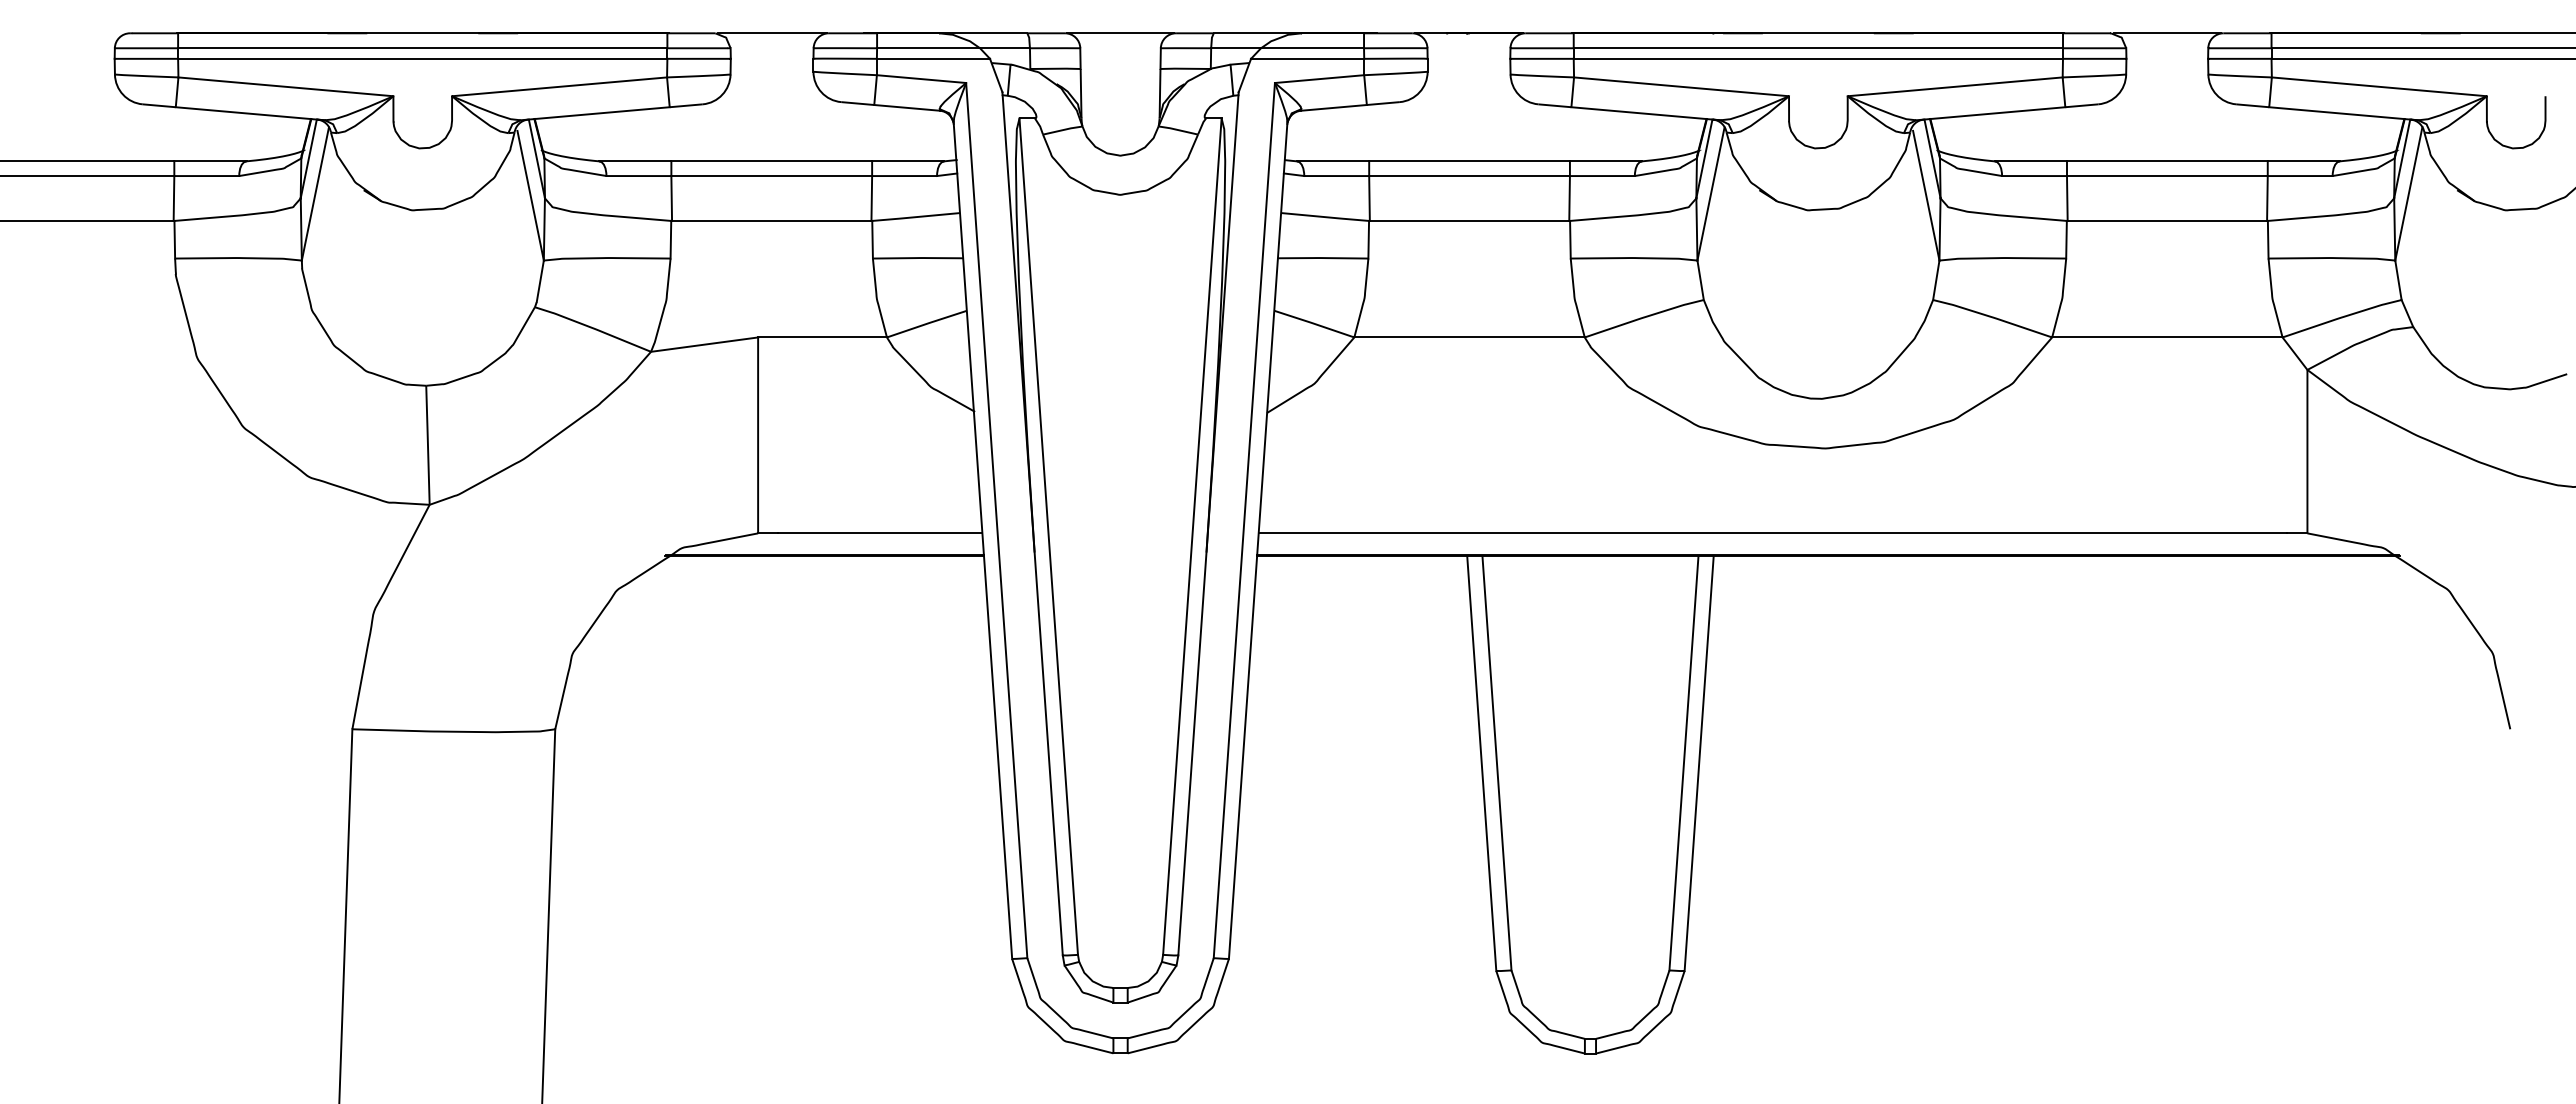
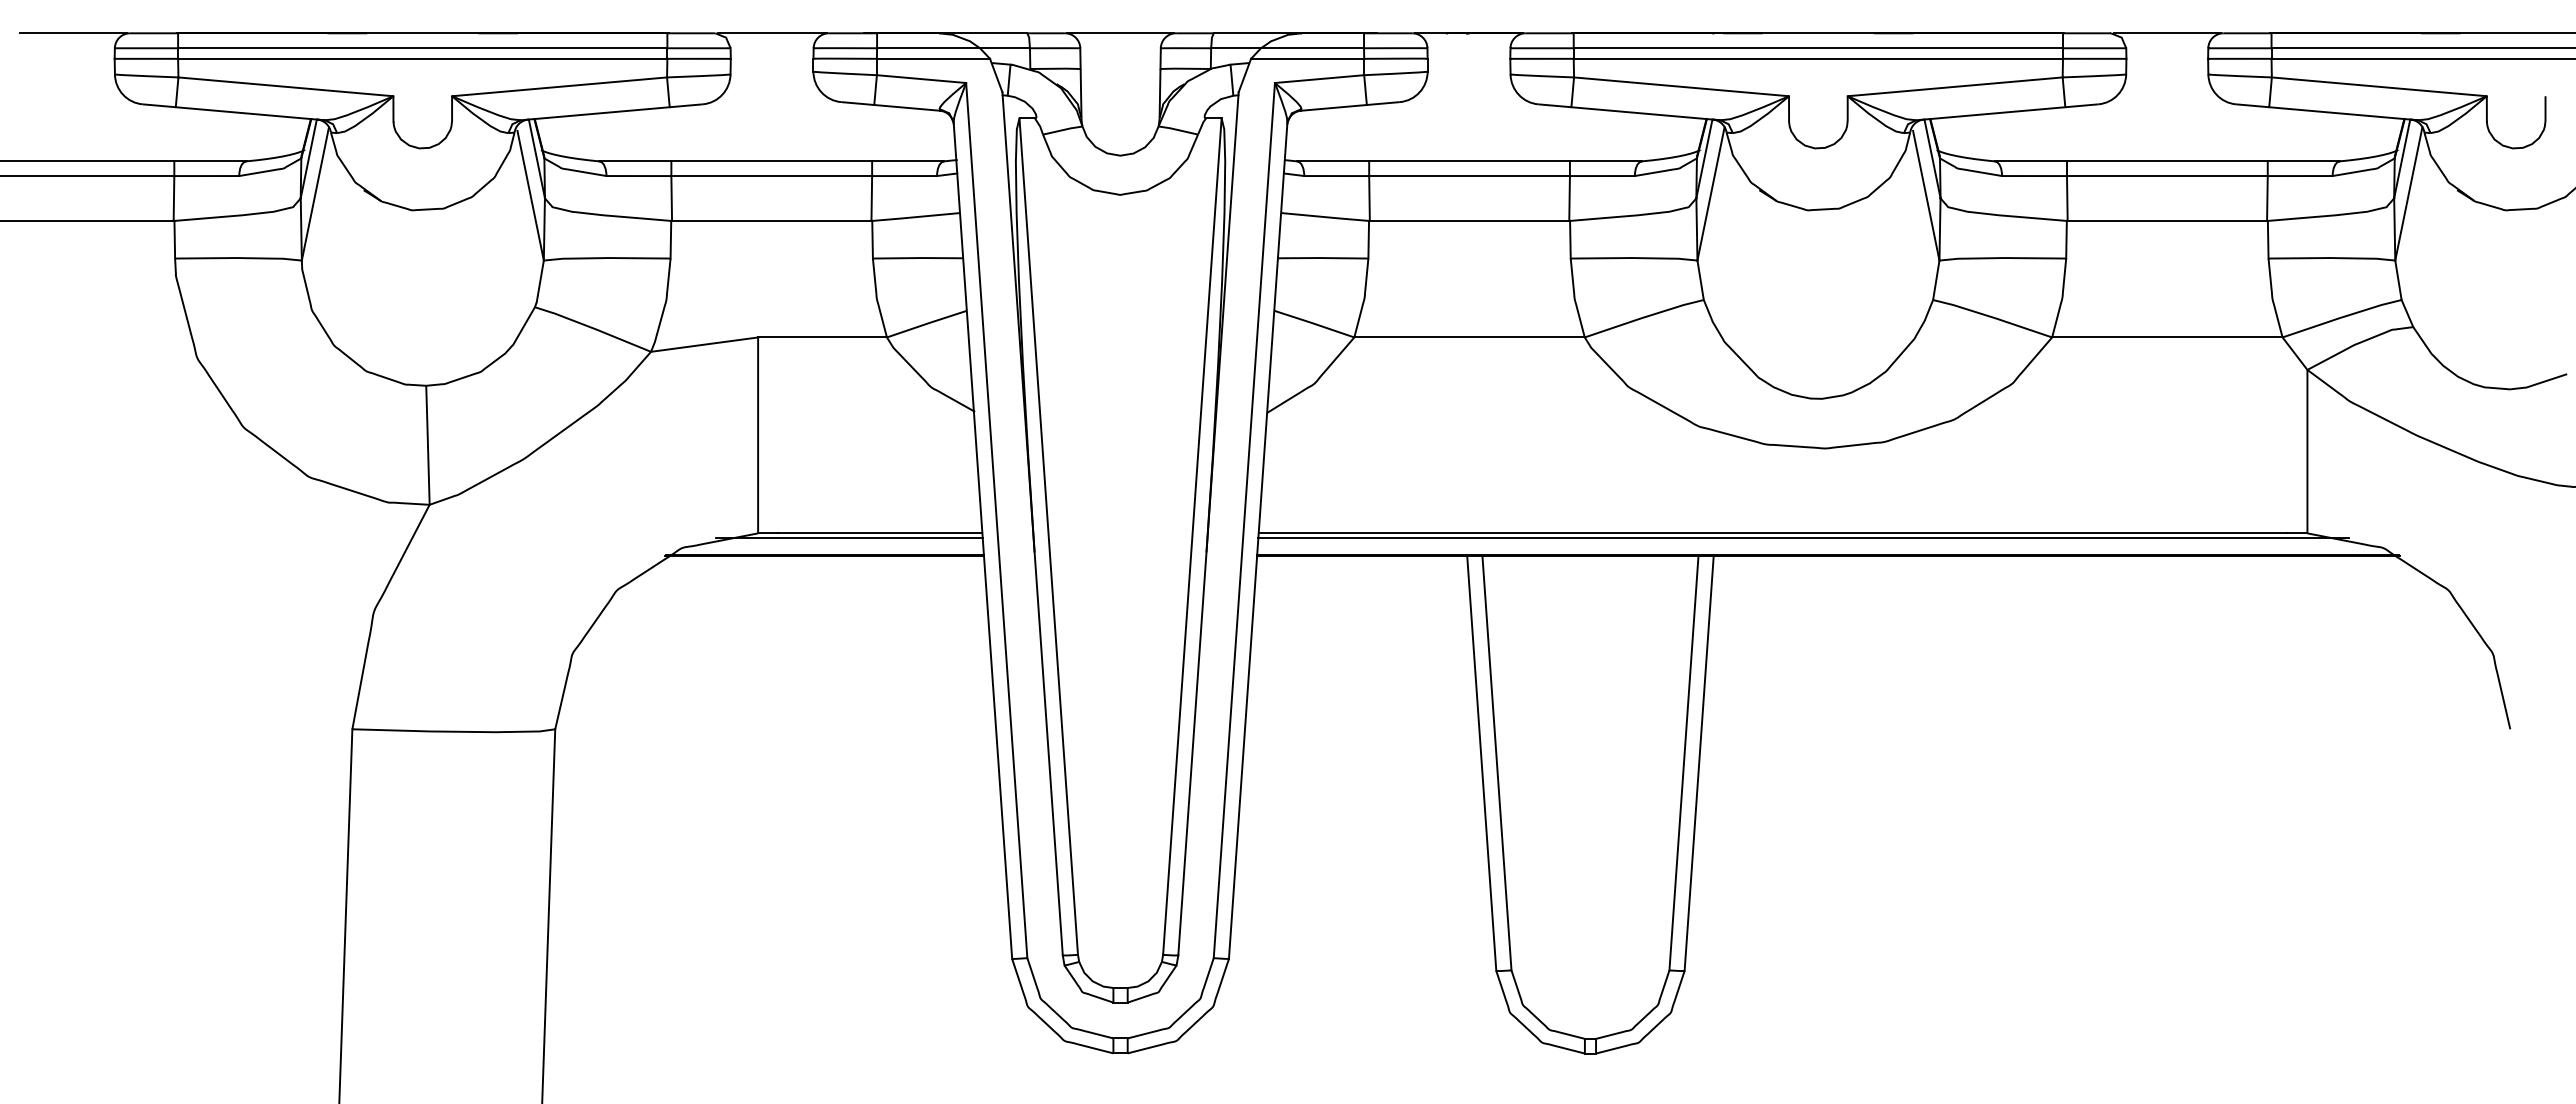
line at (73, 33): none -> present
line at (849, 537): none -> present
line at (1803, 537): none -> present
